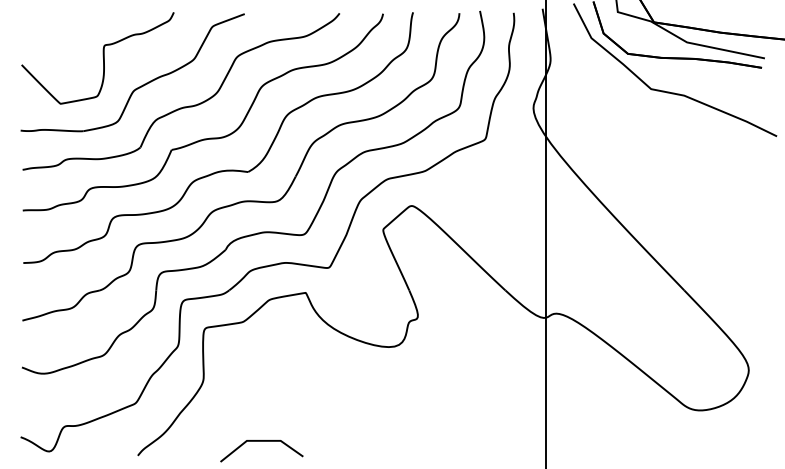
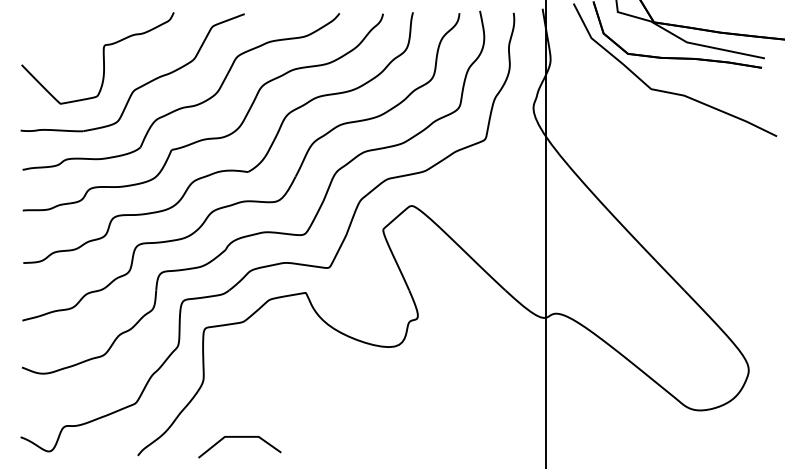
line at (261, 441) position: (261, 441) -> (239, 437)
